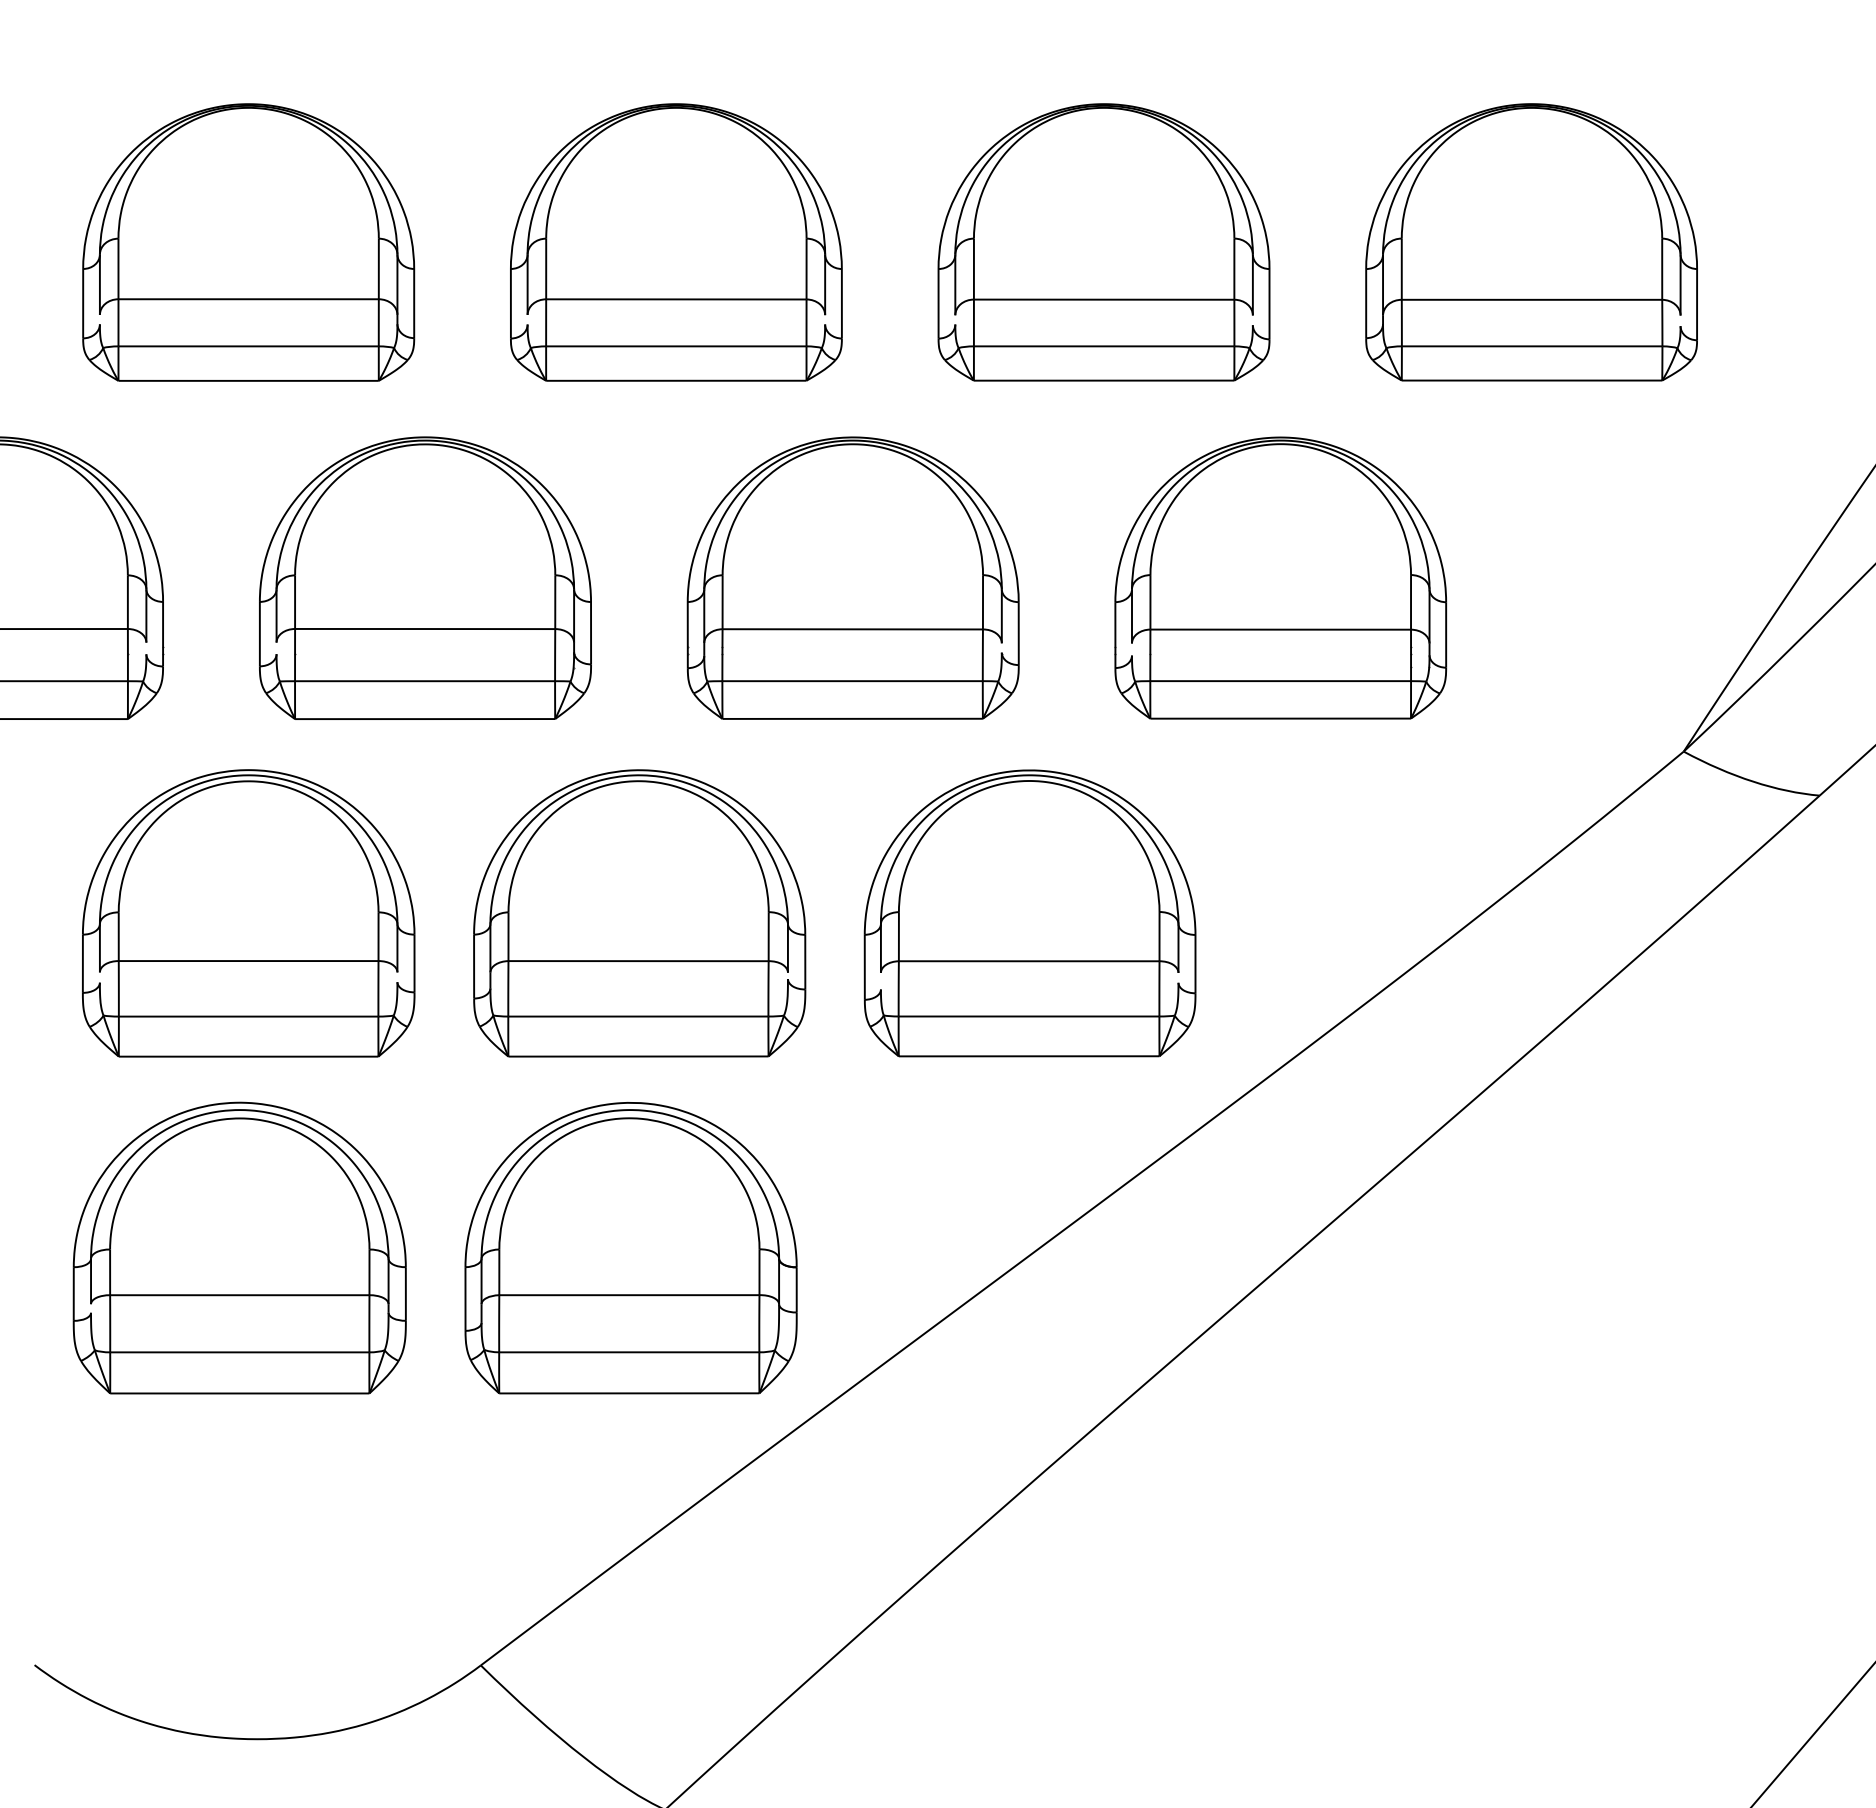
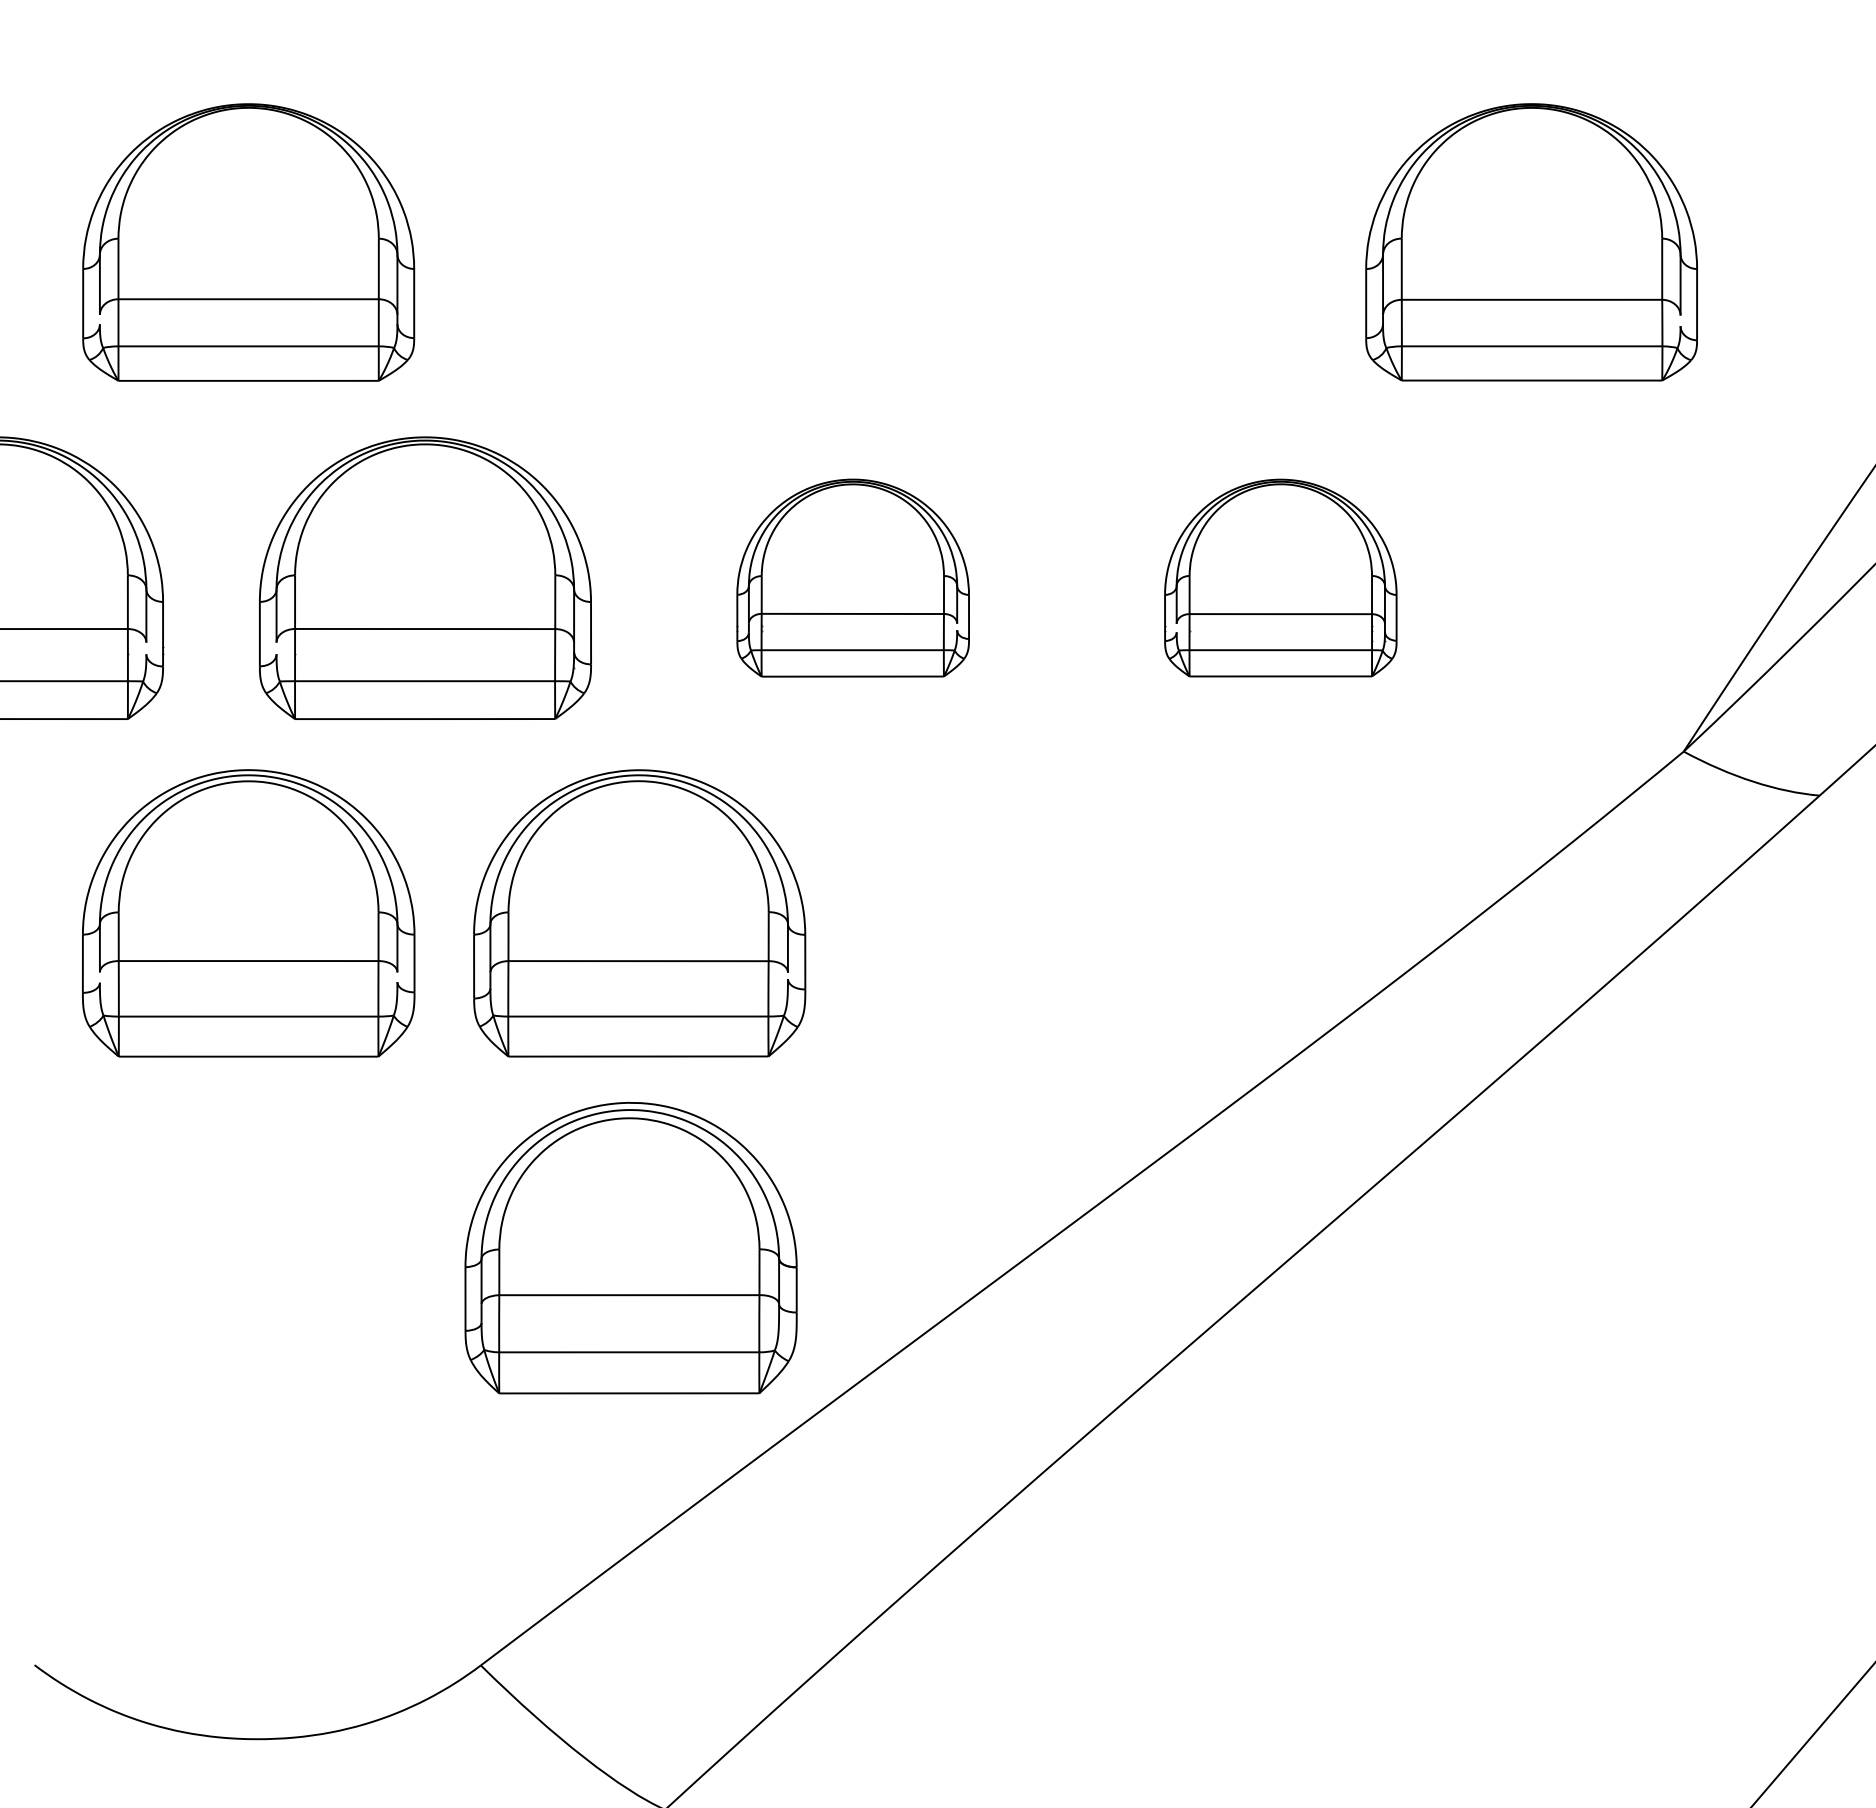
part at (676, 242): present -> none
part at (1103, 242): present -> none
part at (852, 577) size: 334x284 px -> 234x200 px
part at (1280, 577) size: 334x284 px -> 234x200 px
part at (1029, 913): present -> none
part at (239, 1247): present -> none
